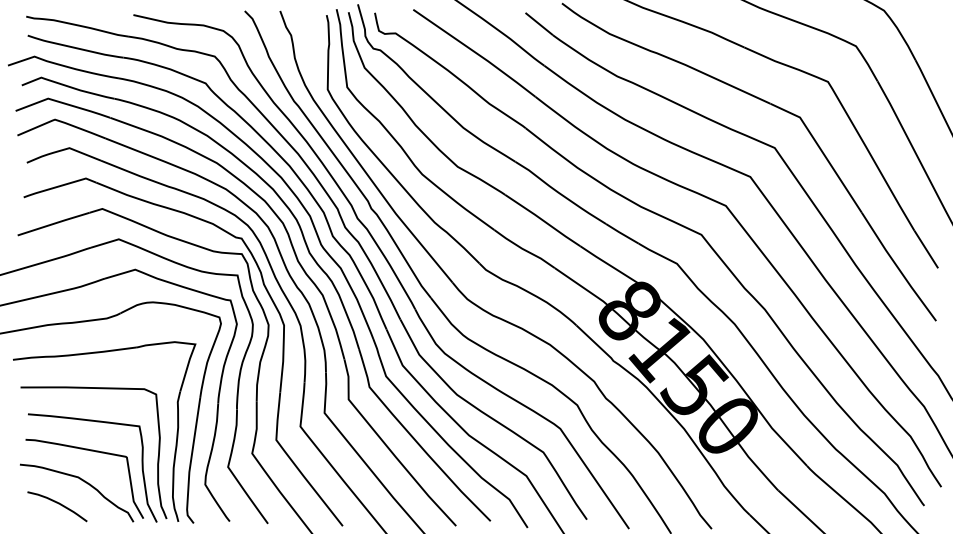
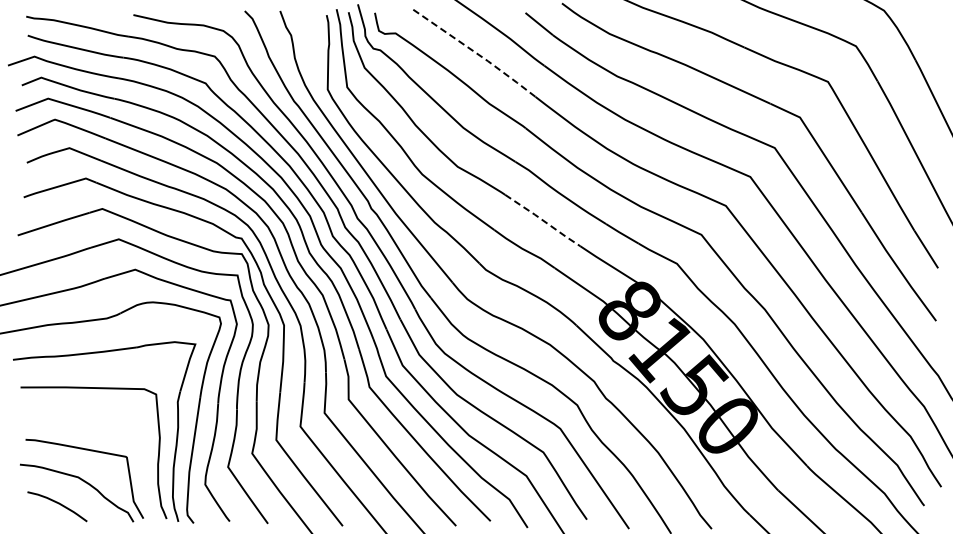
line at (476, 53): solid -> dashed
line at (543, 220): solid -> dashed
curve at (96, 422): present -> none
